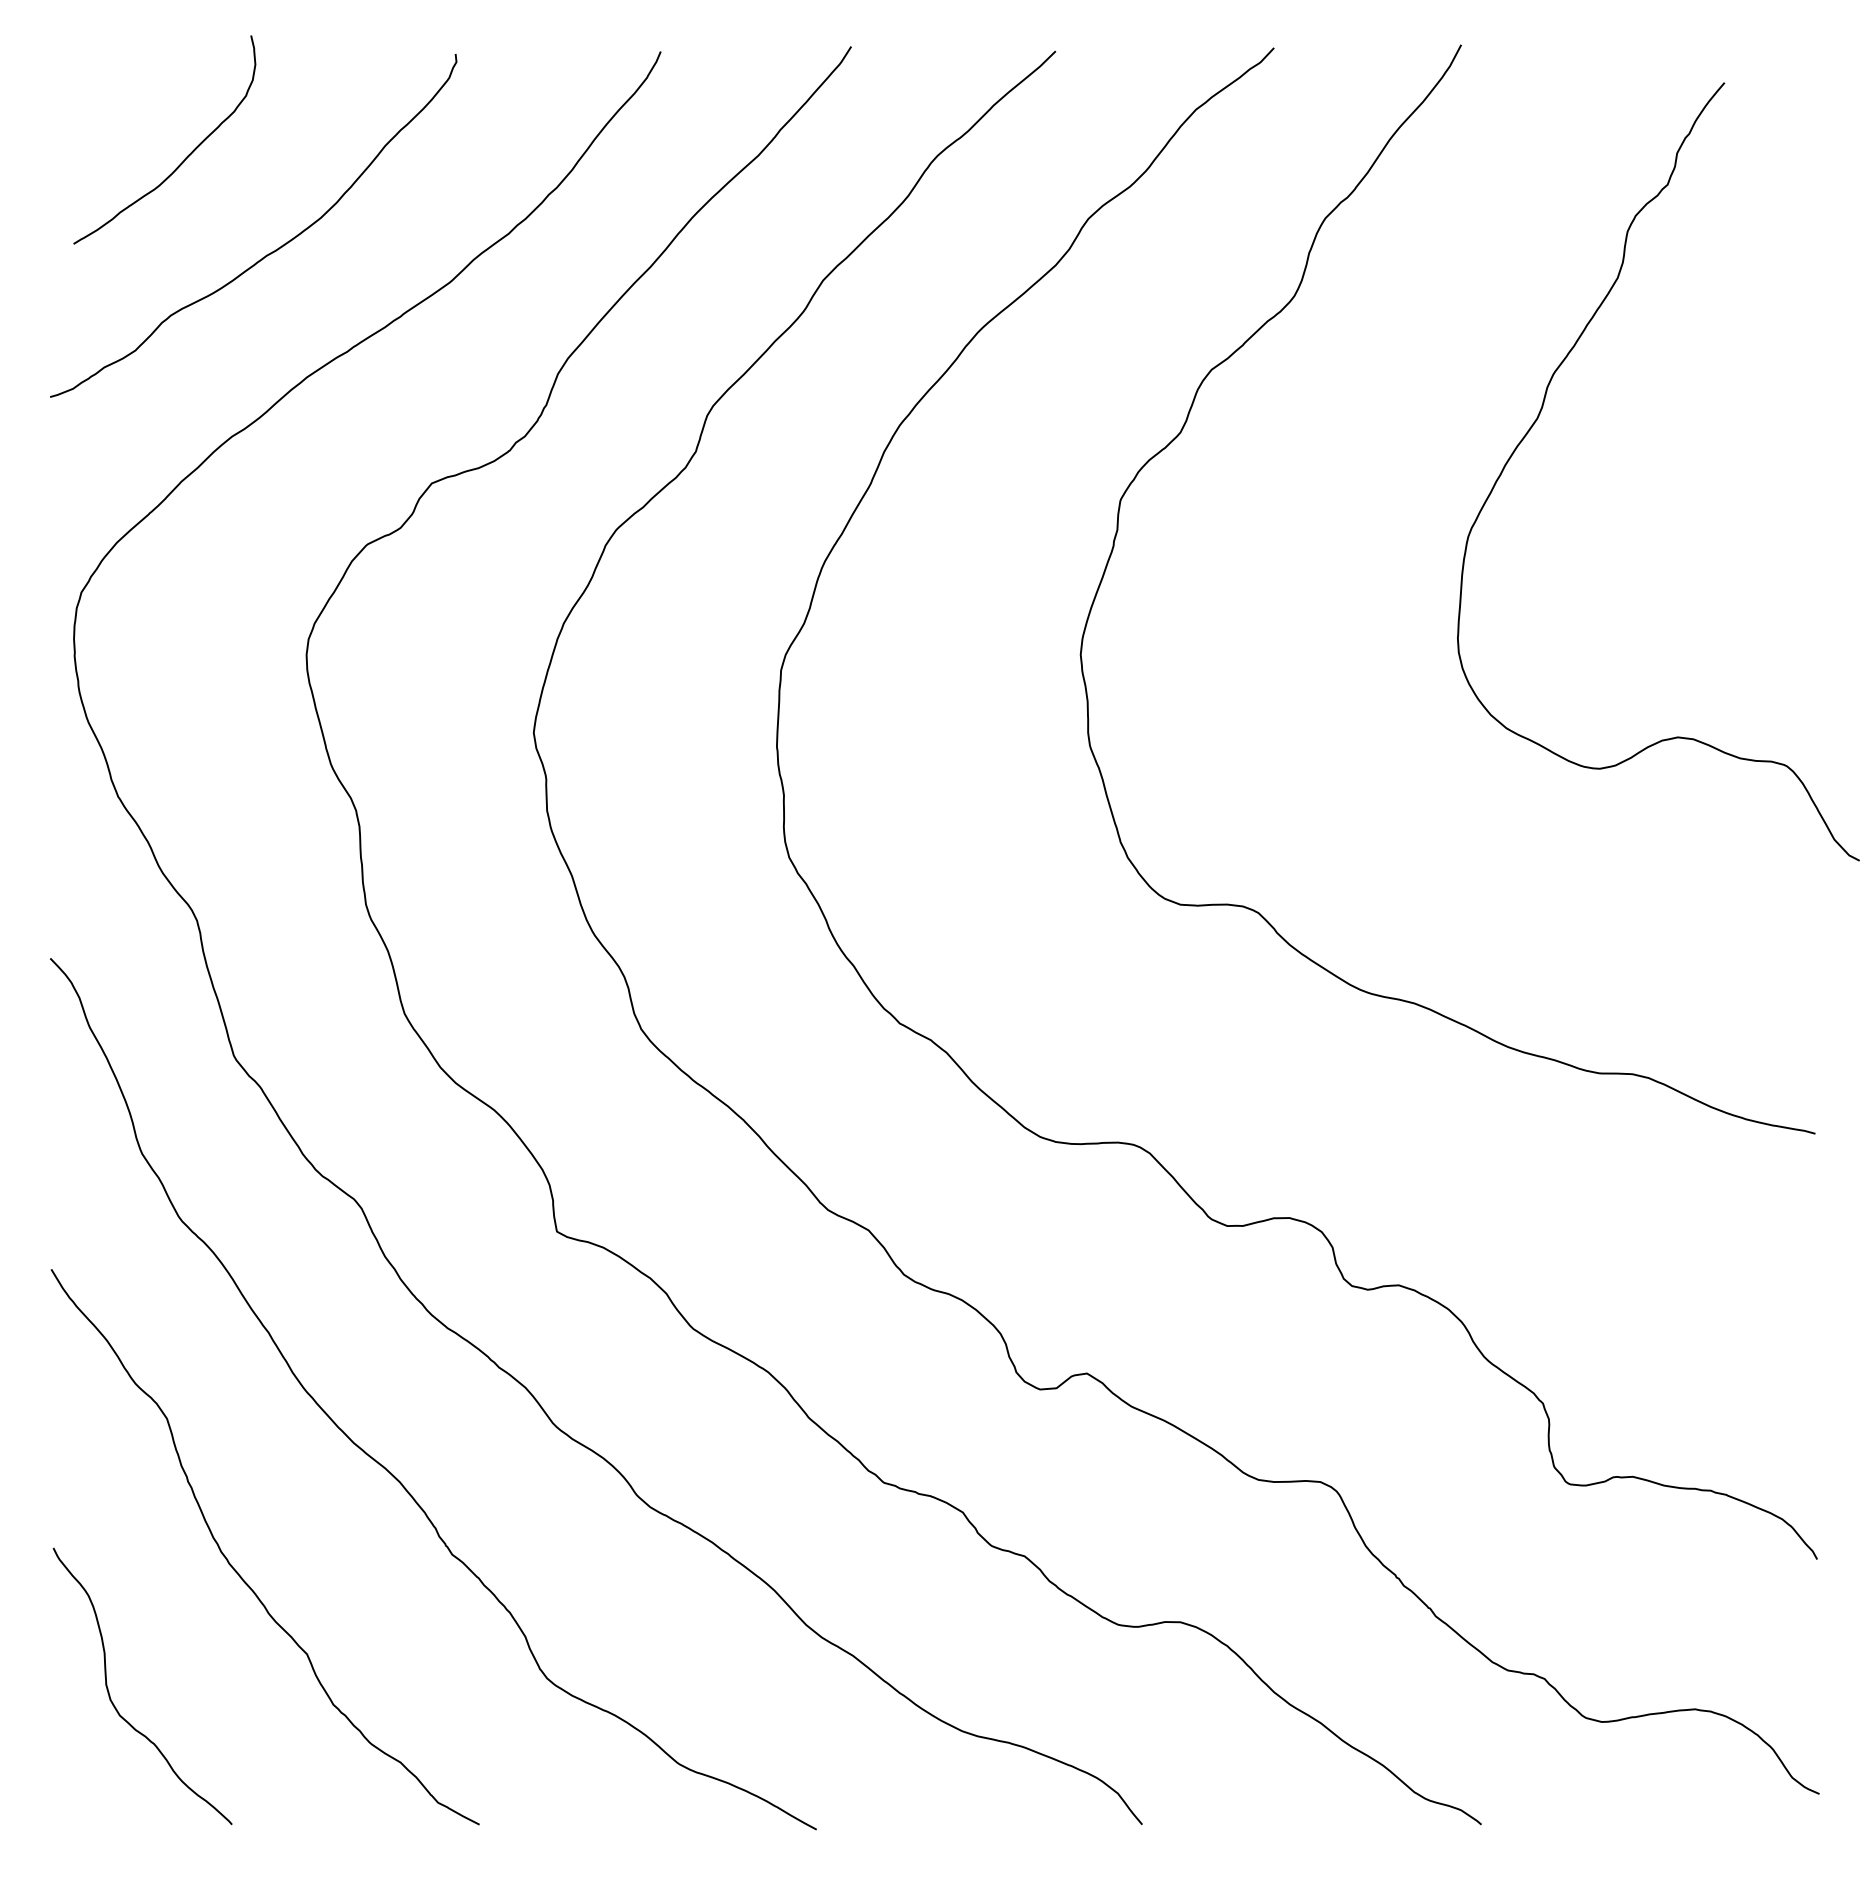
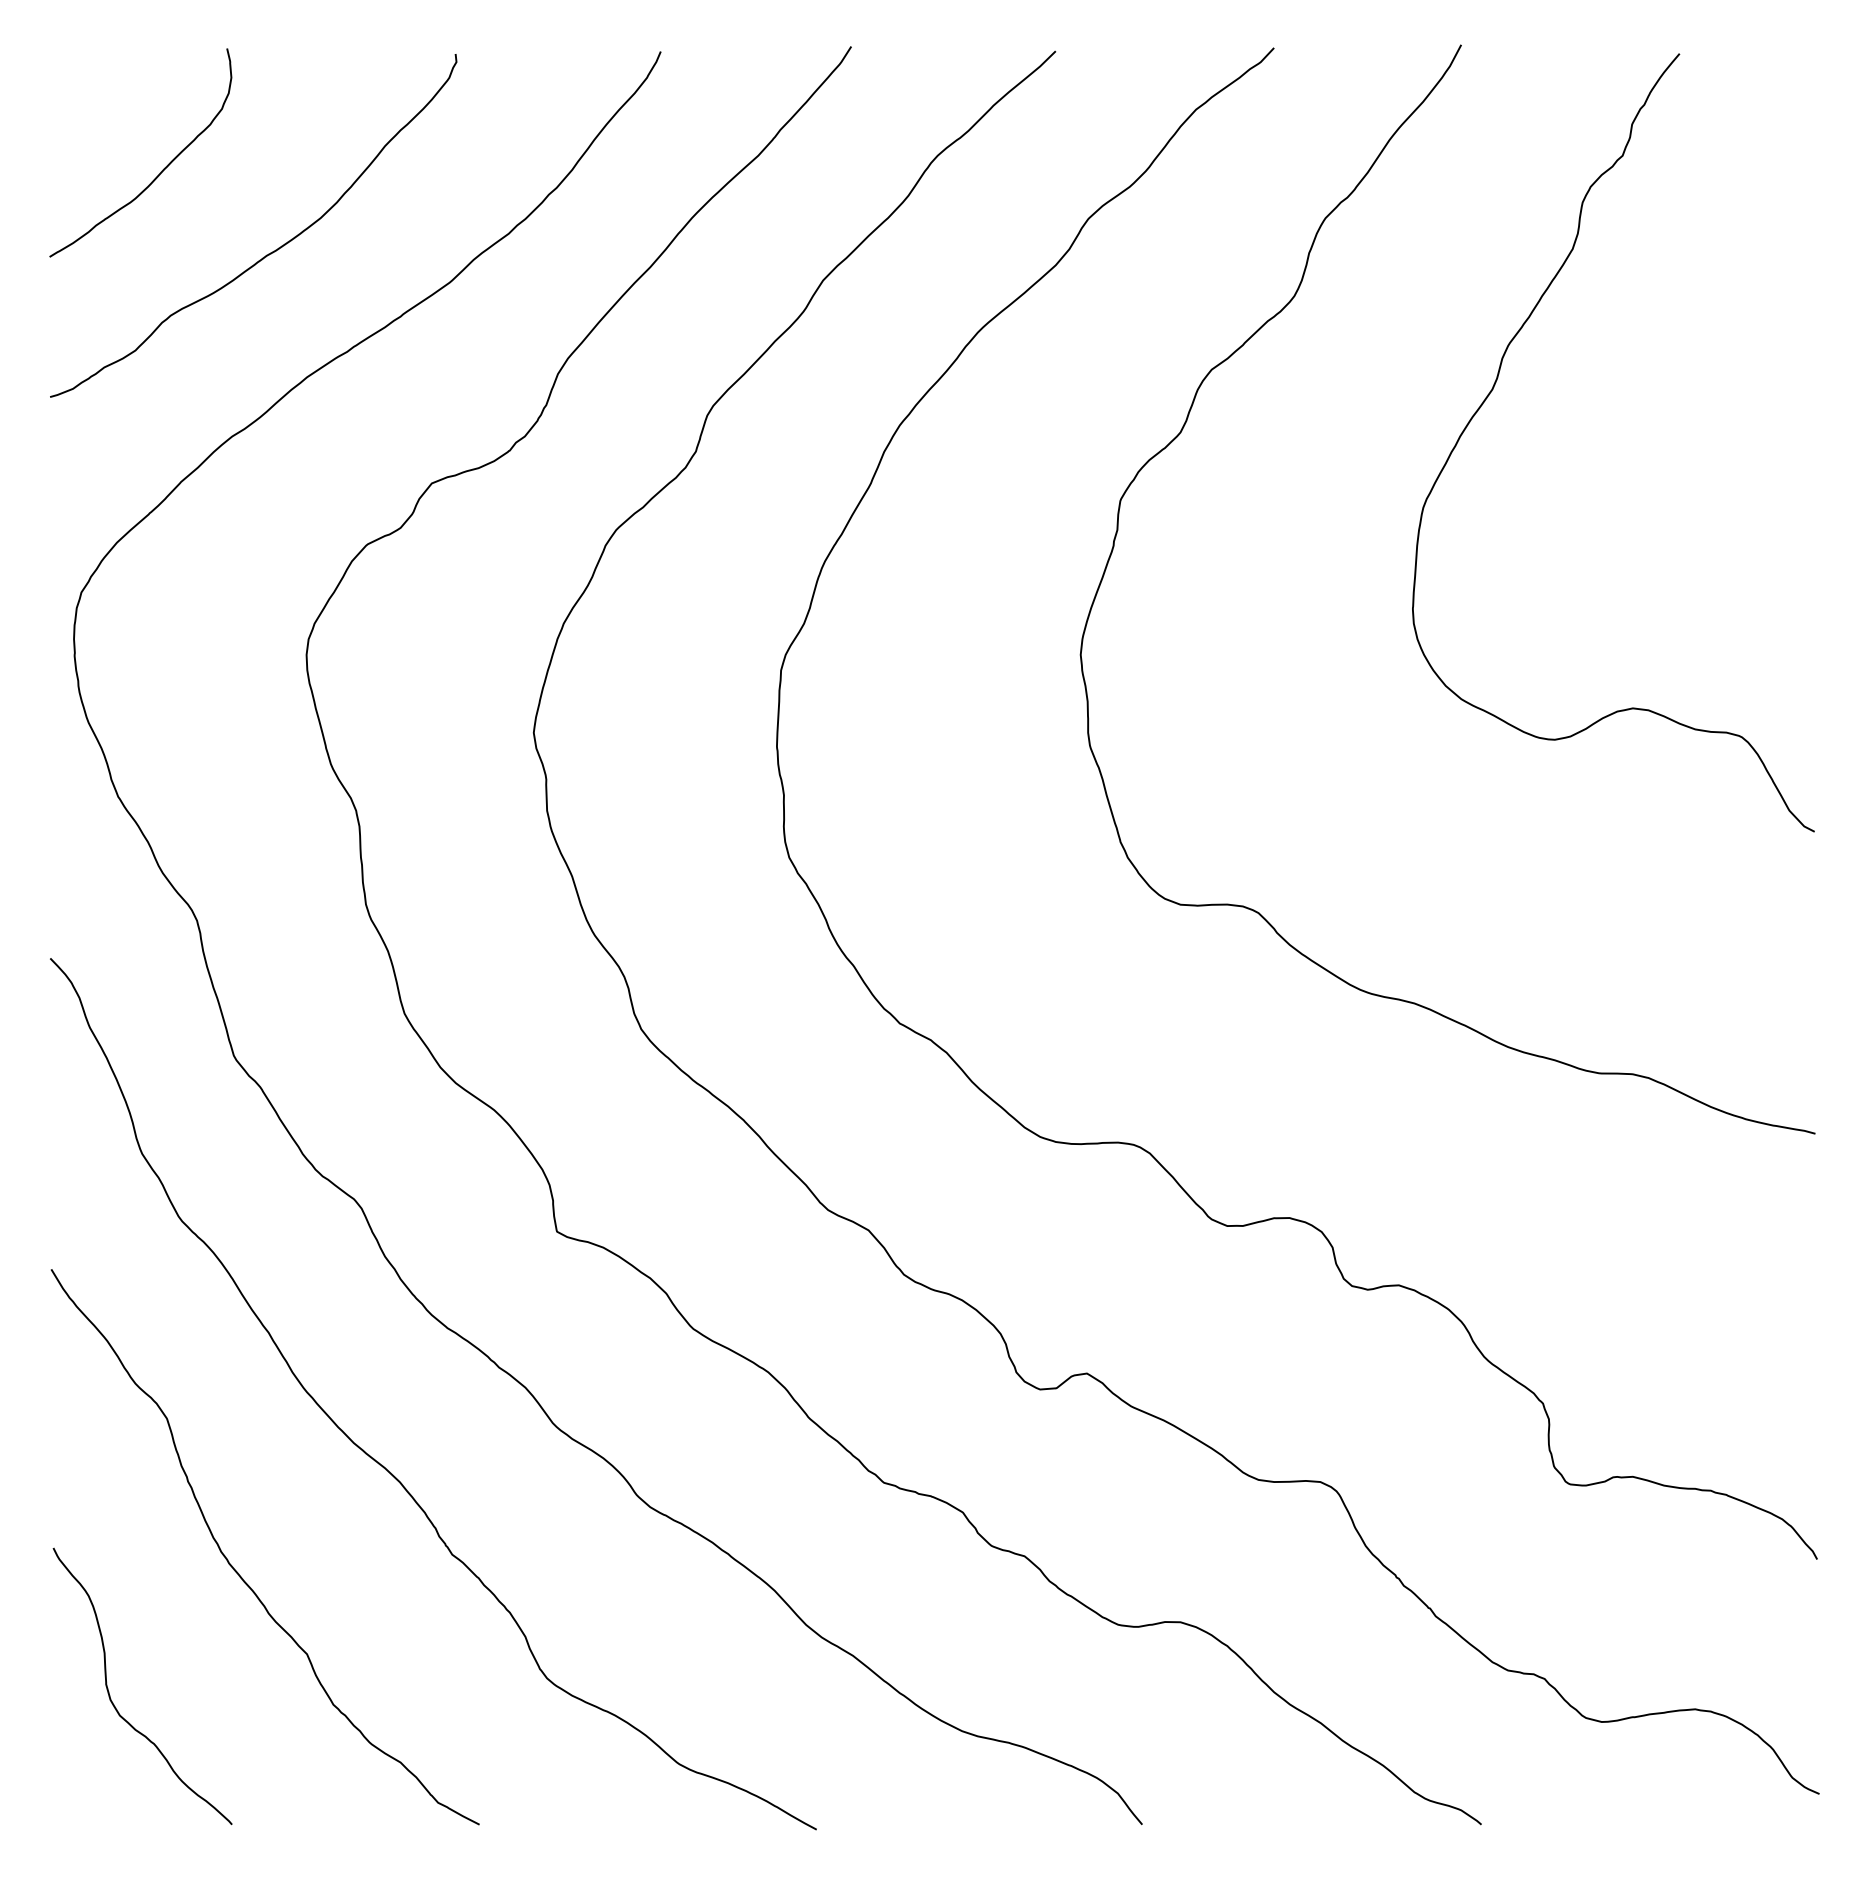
curve at (185, 157) position: (185, 157) -> (161, 170)
curve at (1540, 414) position: (1540, 414) -> (1495, 385)
